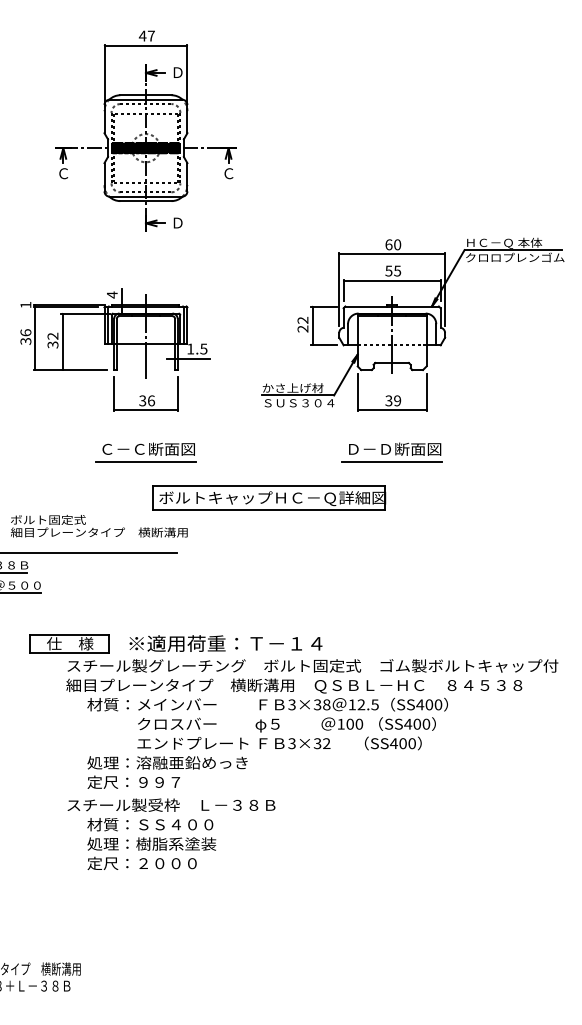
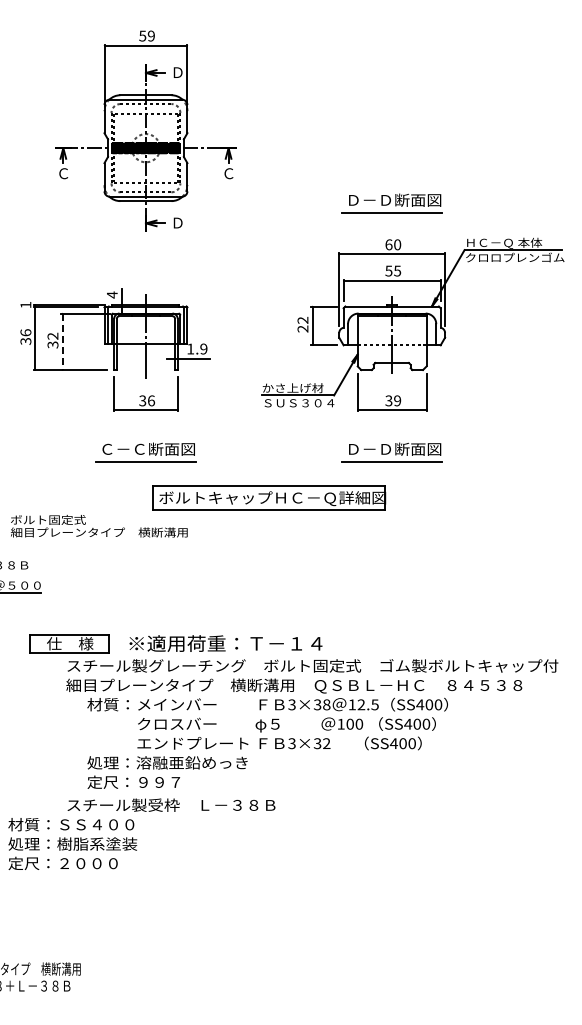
text at (146, 35): 47 -> 59
part at (391, 203): none -> present
line at (62, 342): solid -> dashed
text at (203, 348): 1.5 -> 1.9
line at (89, 552): present -> none
line at (14, 572): present -> none
text at (151, 843) position: (151, 843) -> (72, 843)
